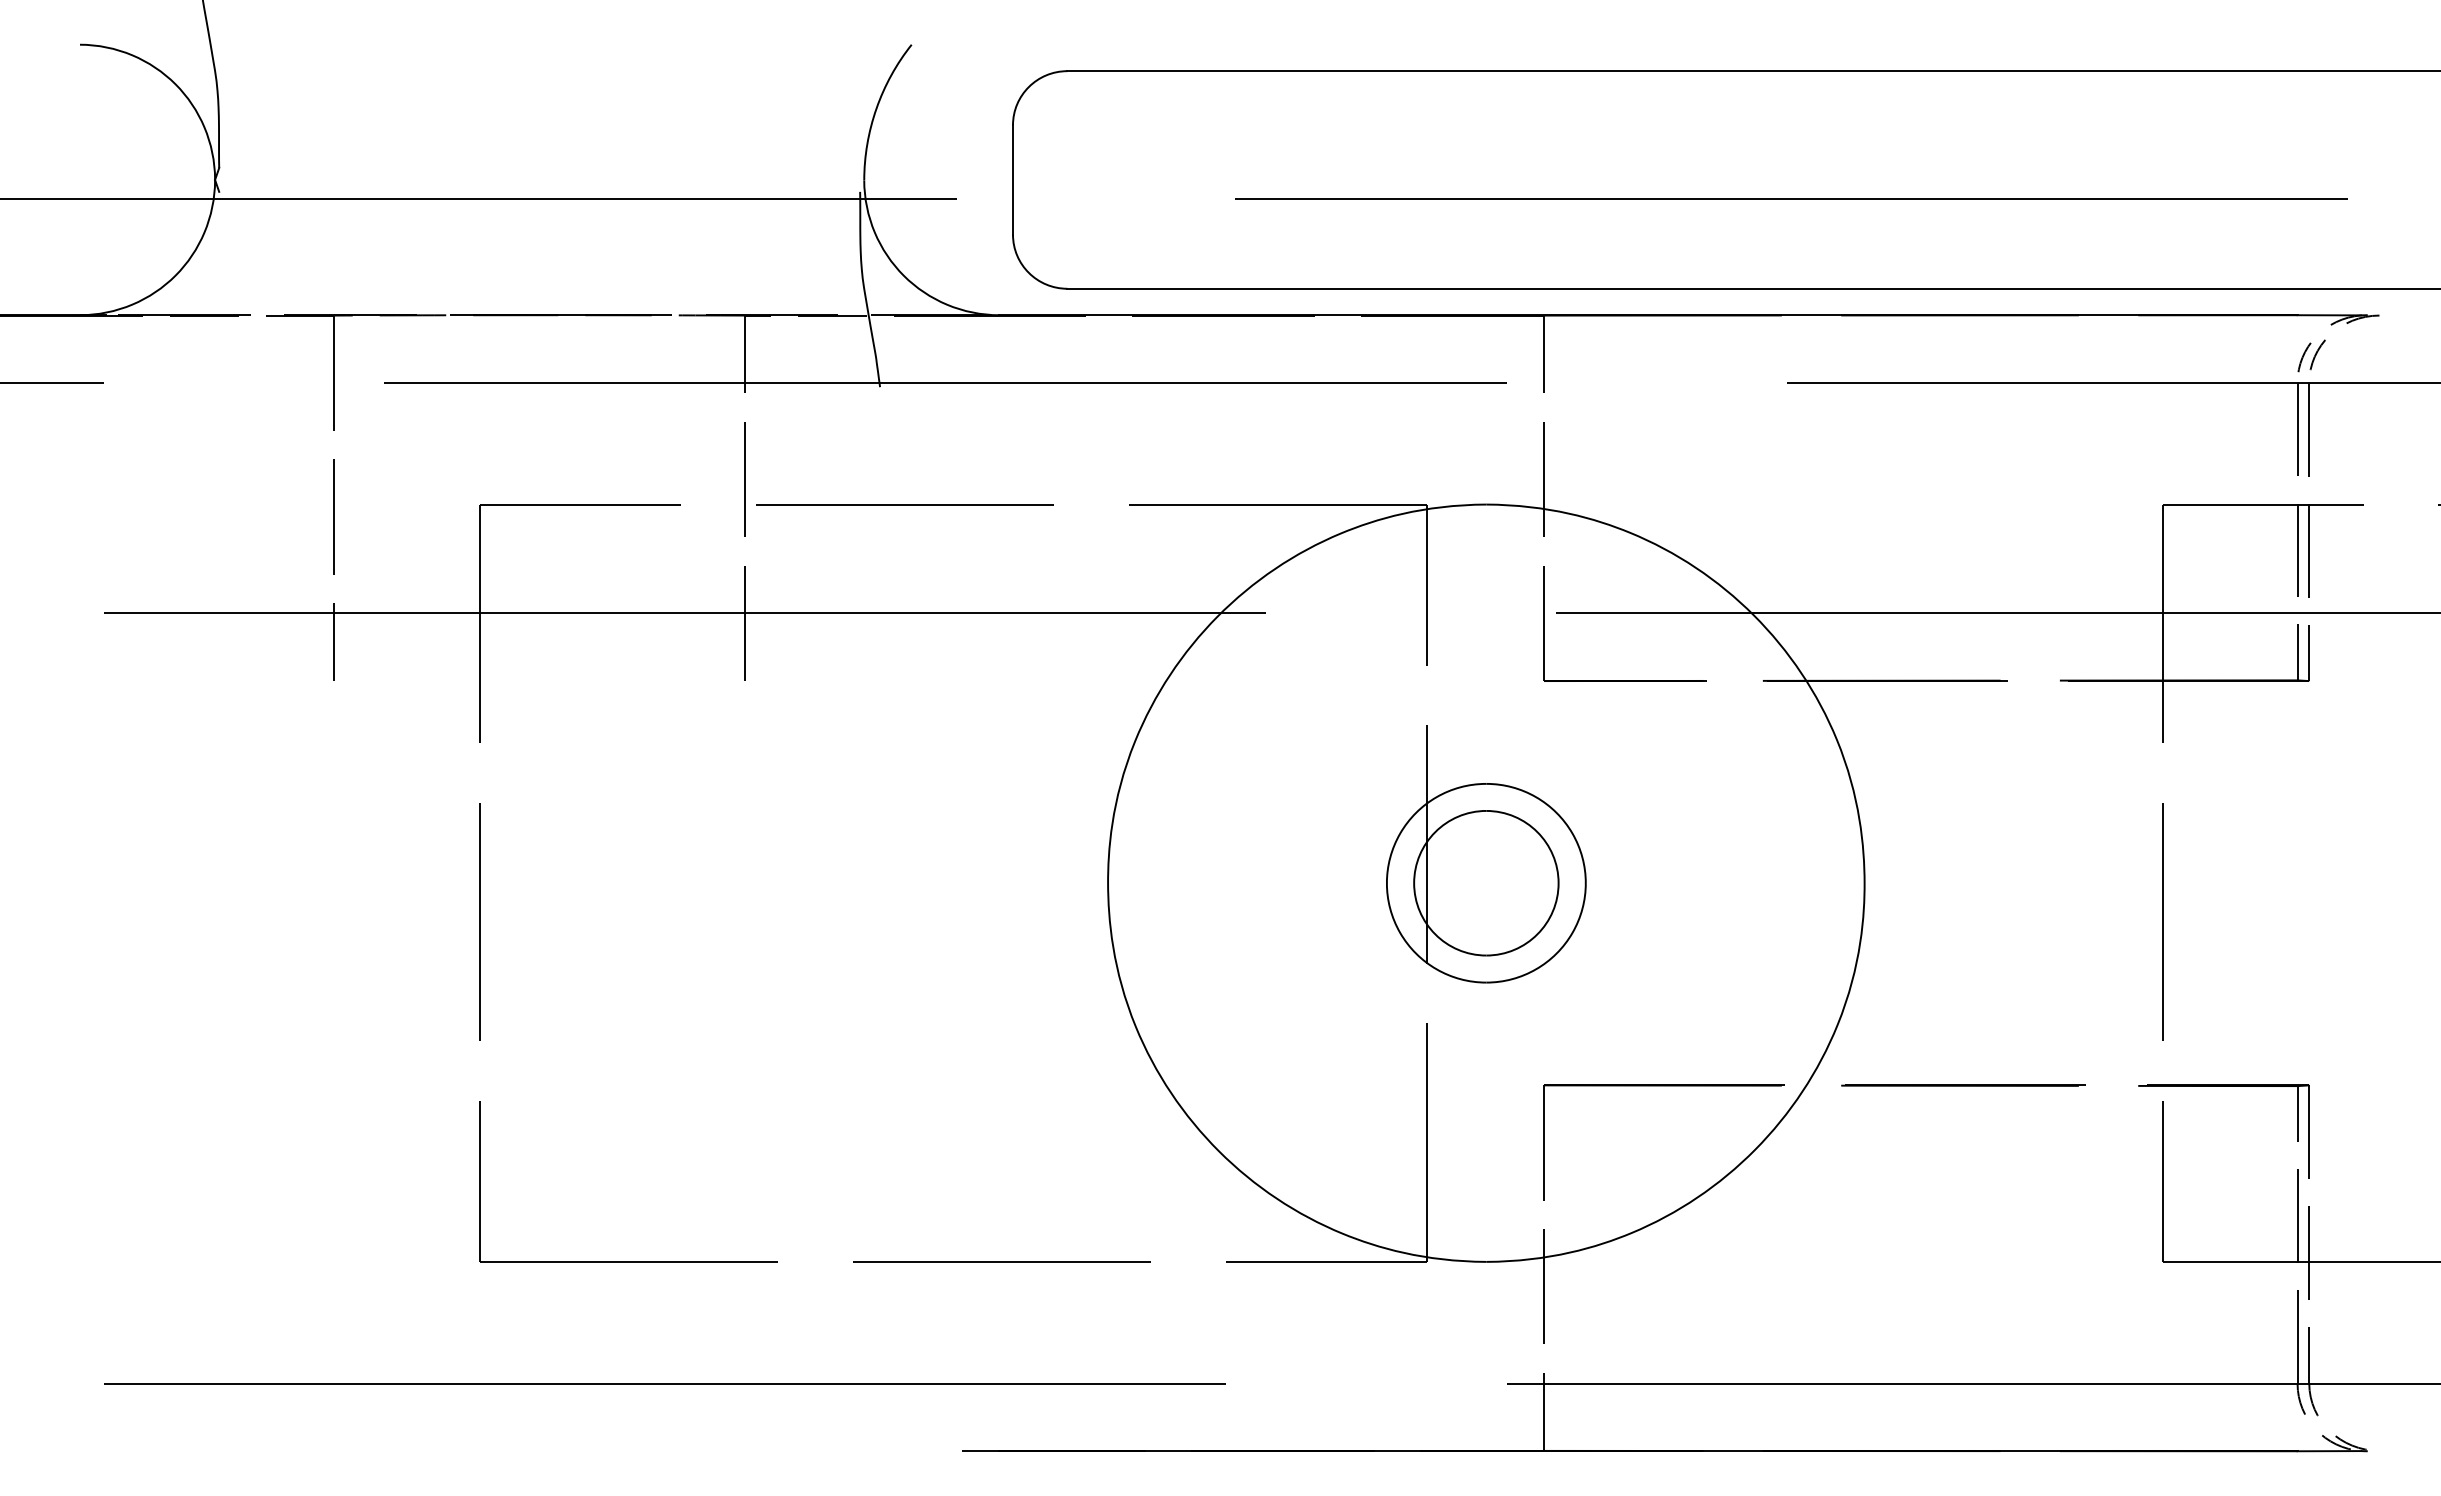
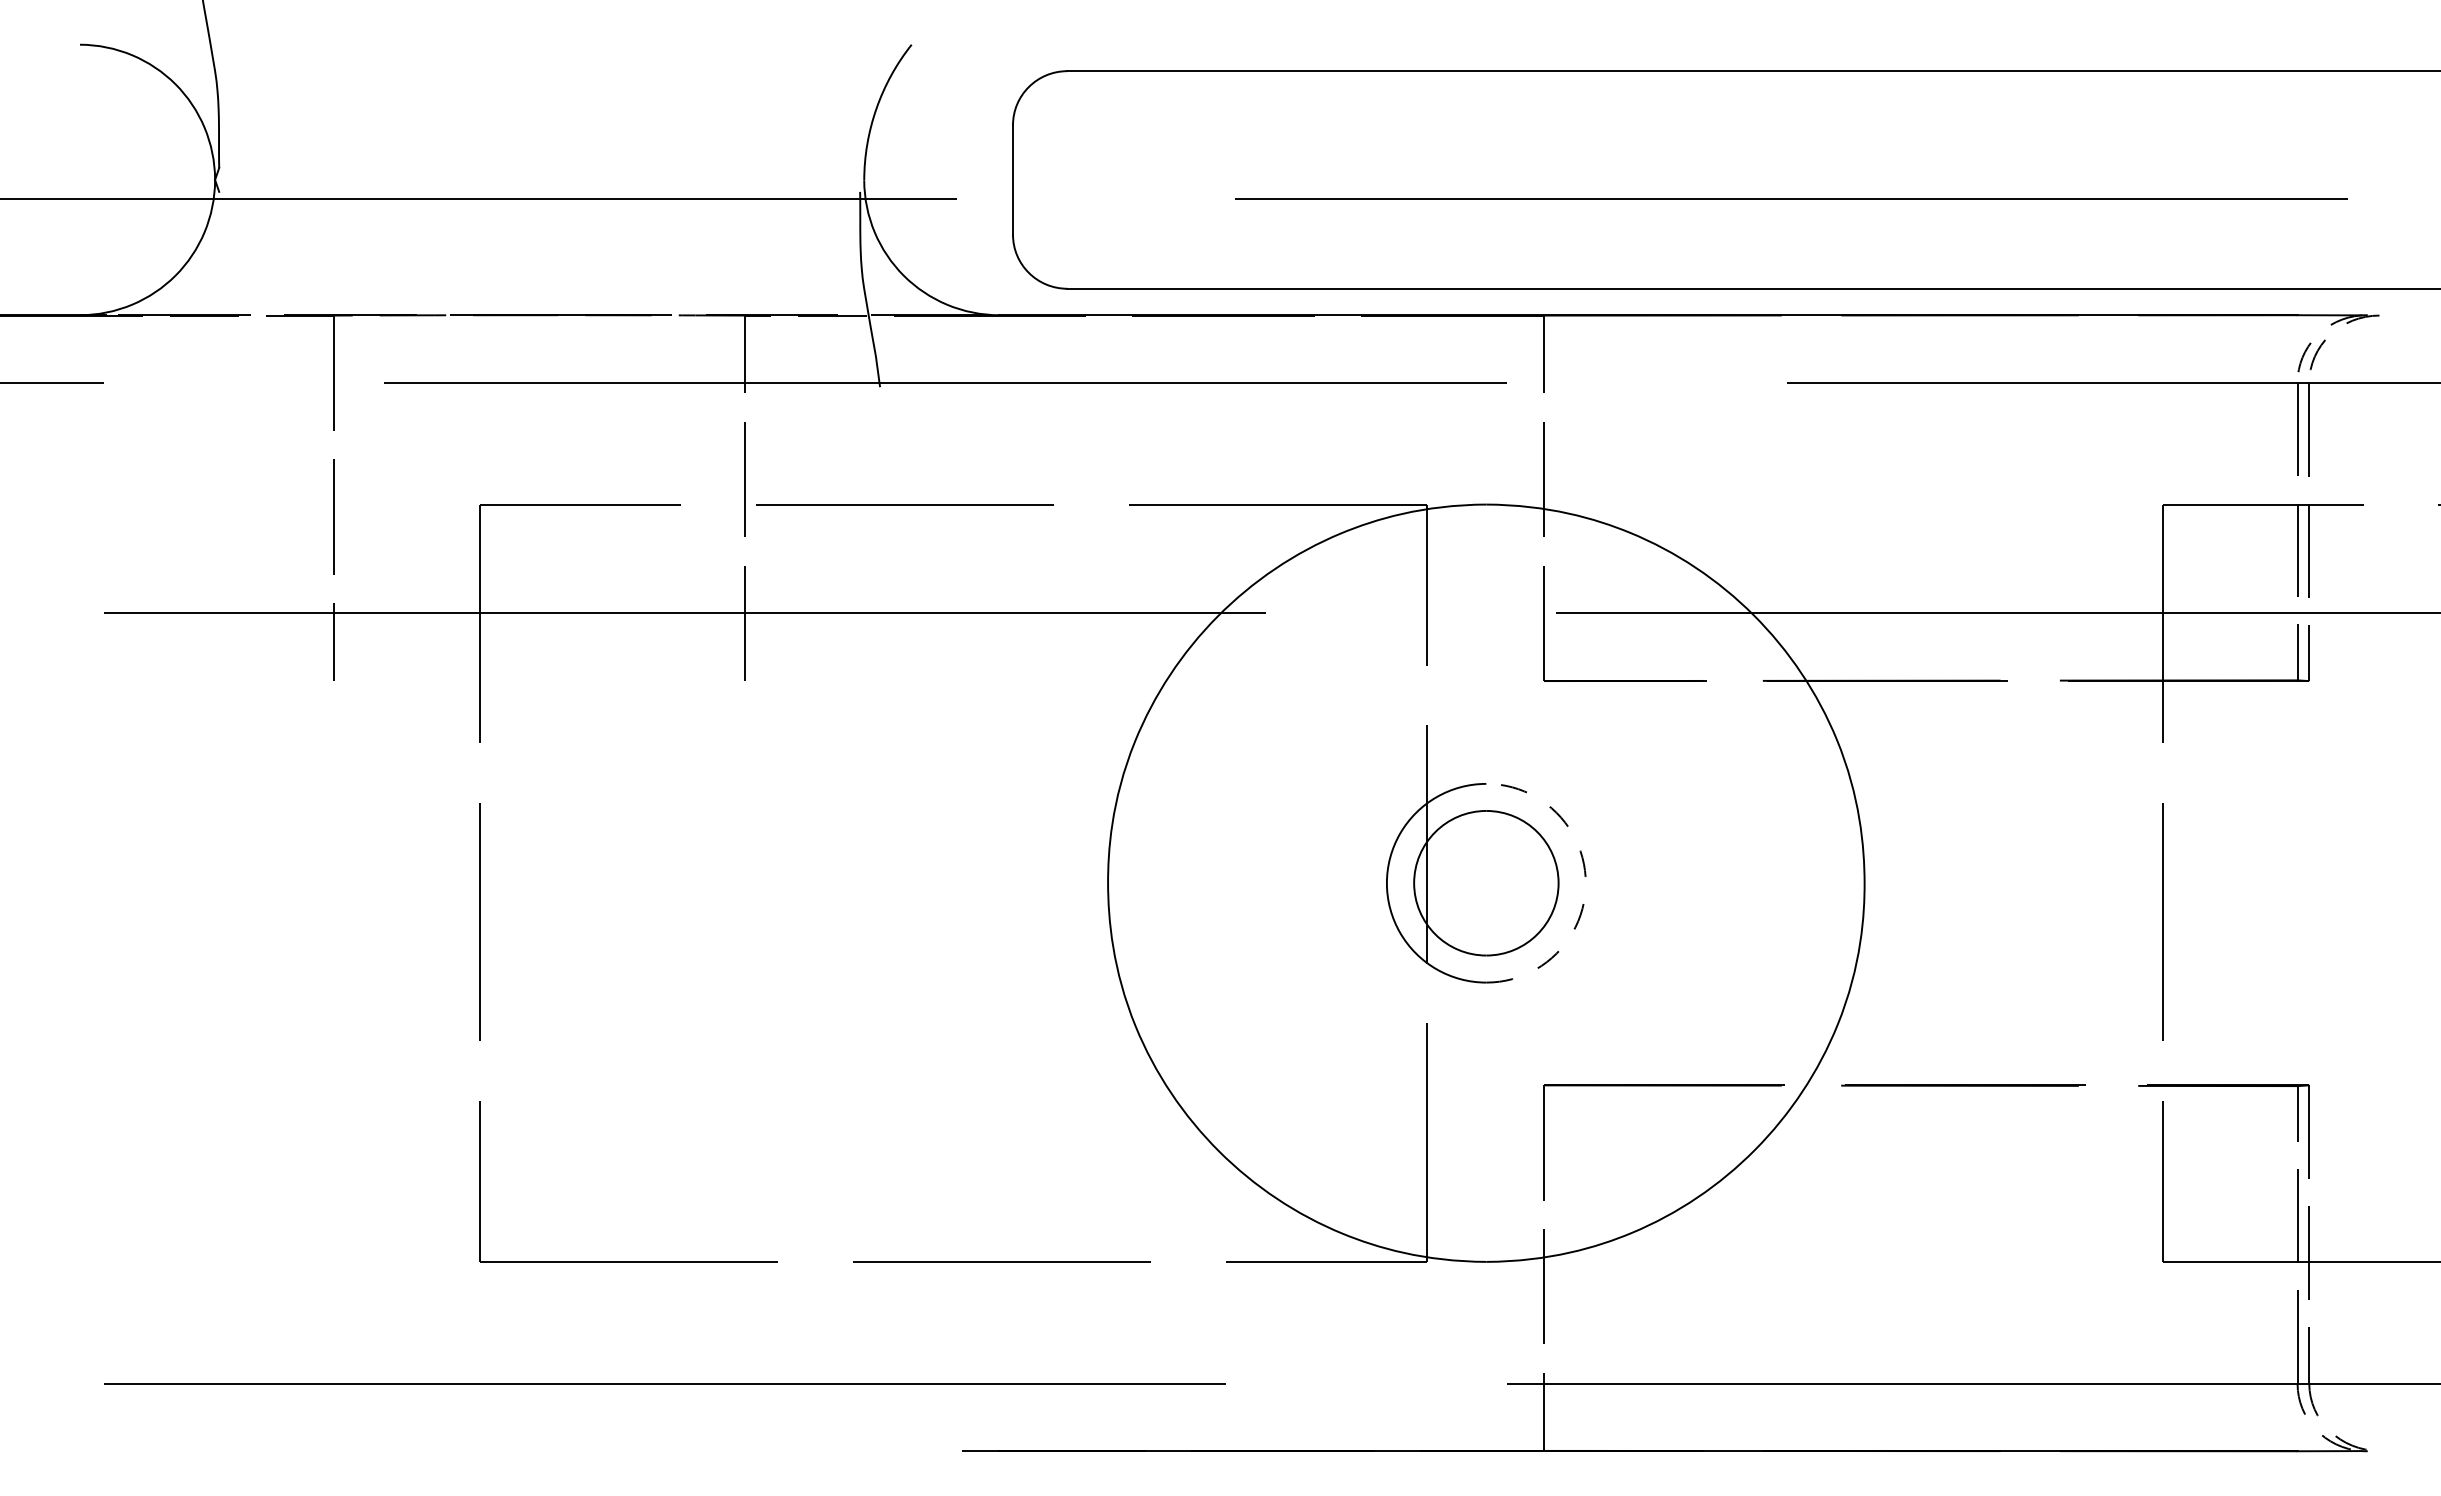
arc at (1585, 883): solid -> dashed
